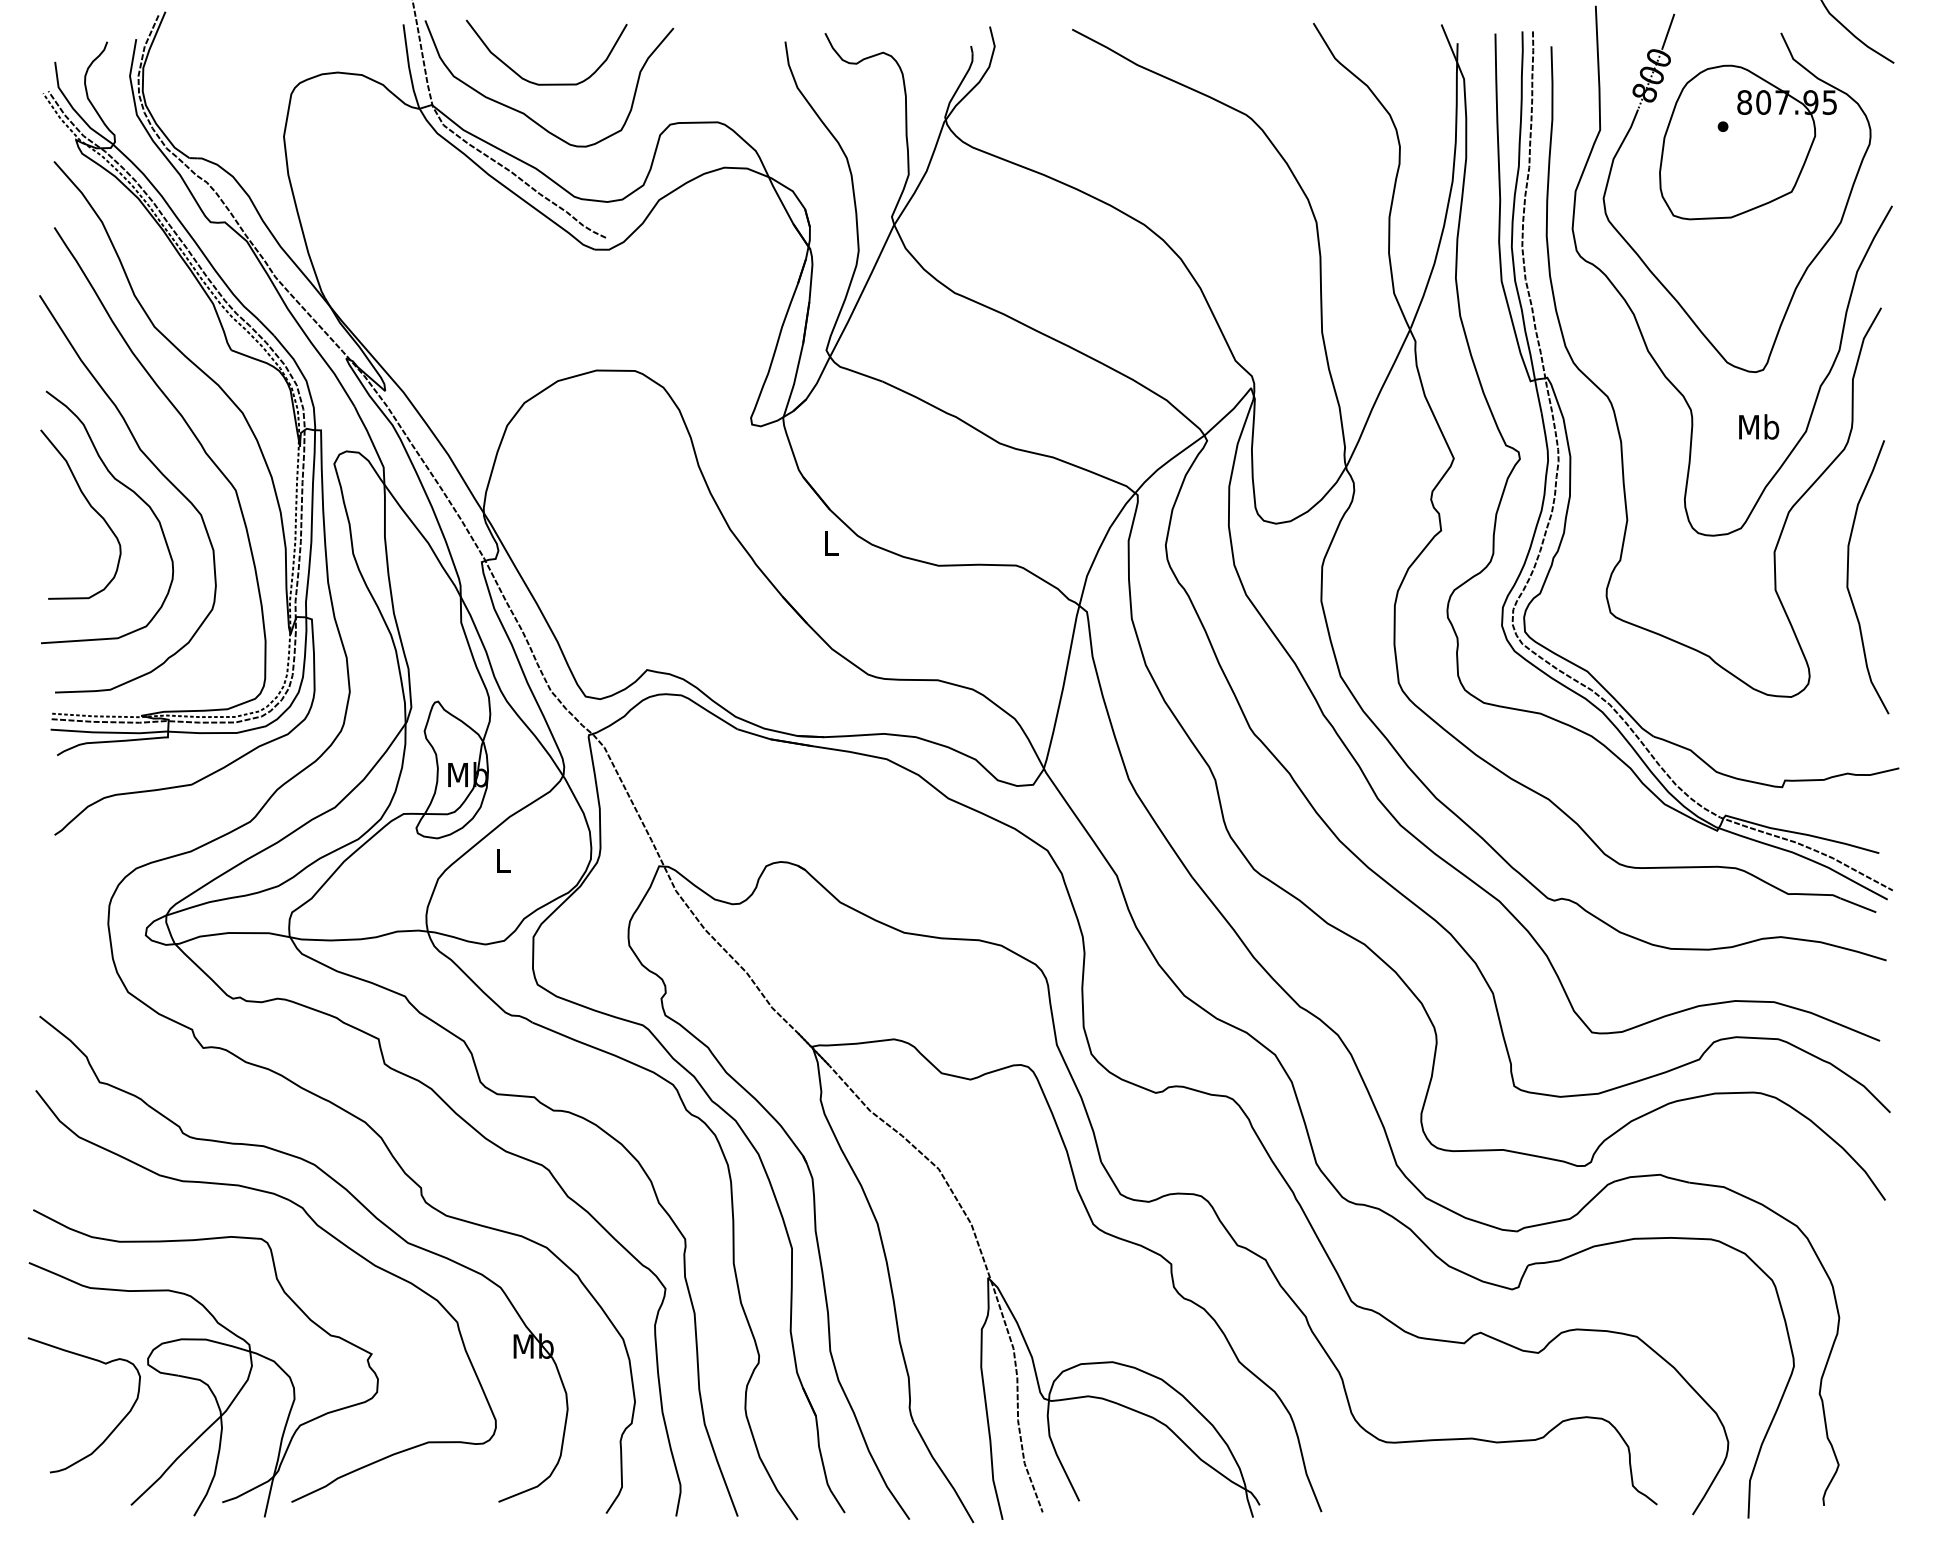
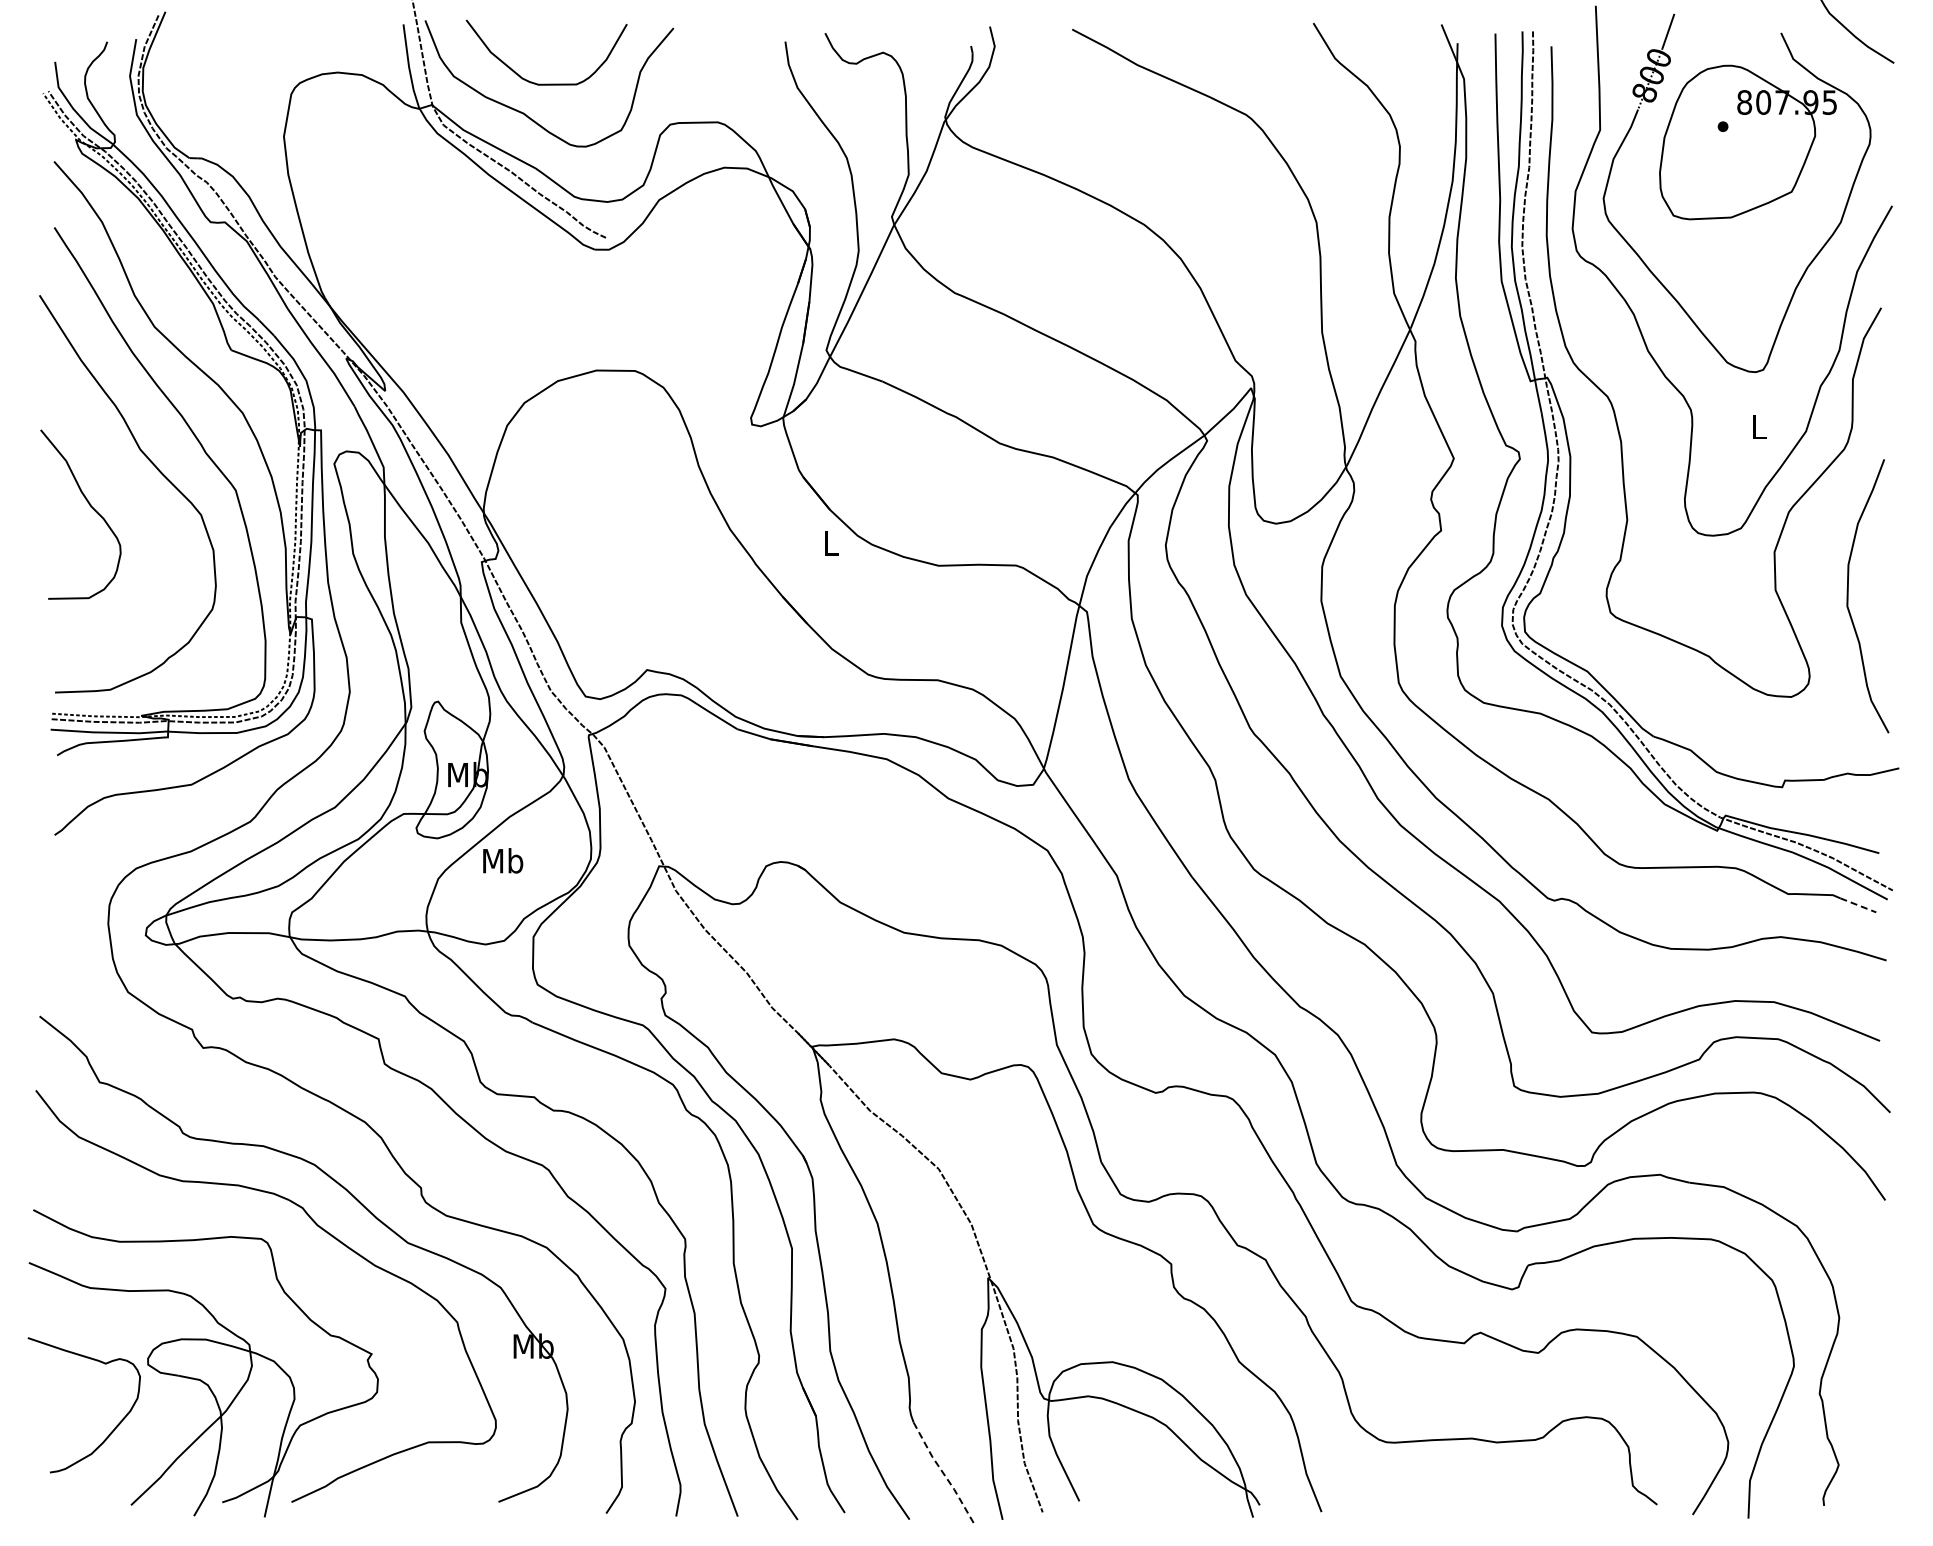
text at (1759, 426): Mb -> L
curve at (125, 487): present -> none
curve at (1848, 577) position: (1848, 577) -> (1848, 596)
text at (503, 860): L -> Mb
line at (1858, 905): solid -> dashed
line at (942, 1472): solid -> dashed
